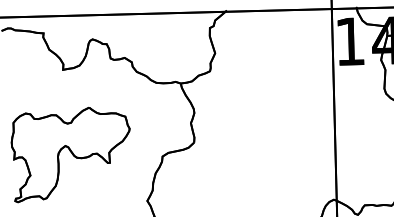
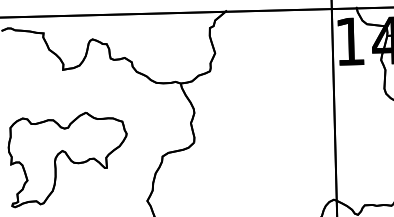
part at (70, 154) position: (70, 154) -> (67, 159)
